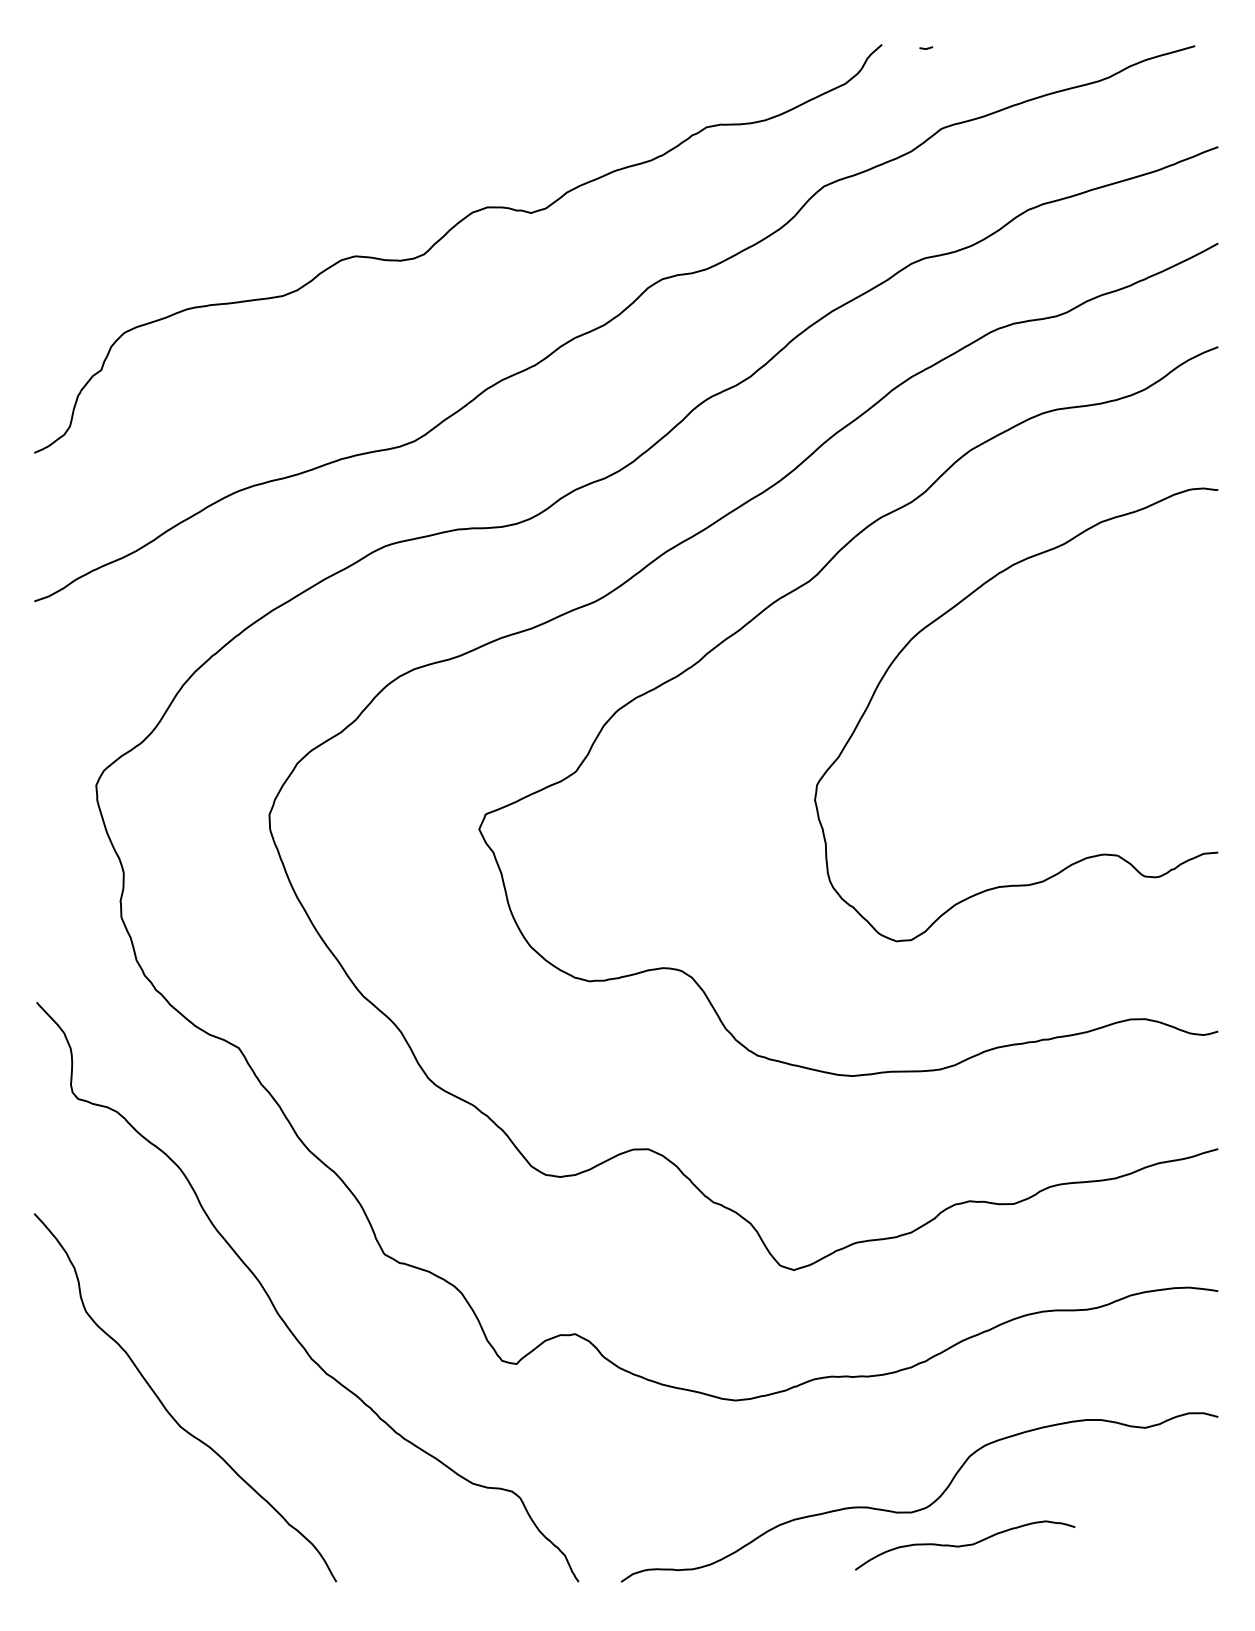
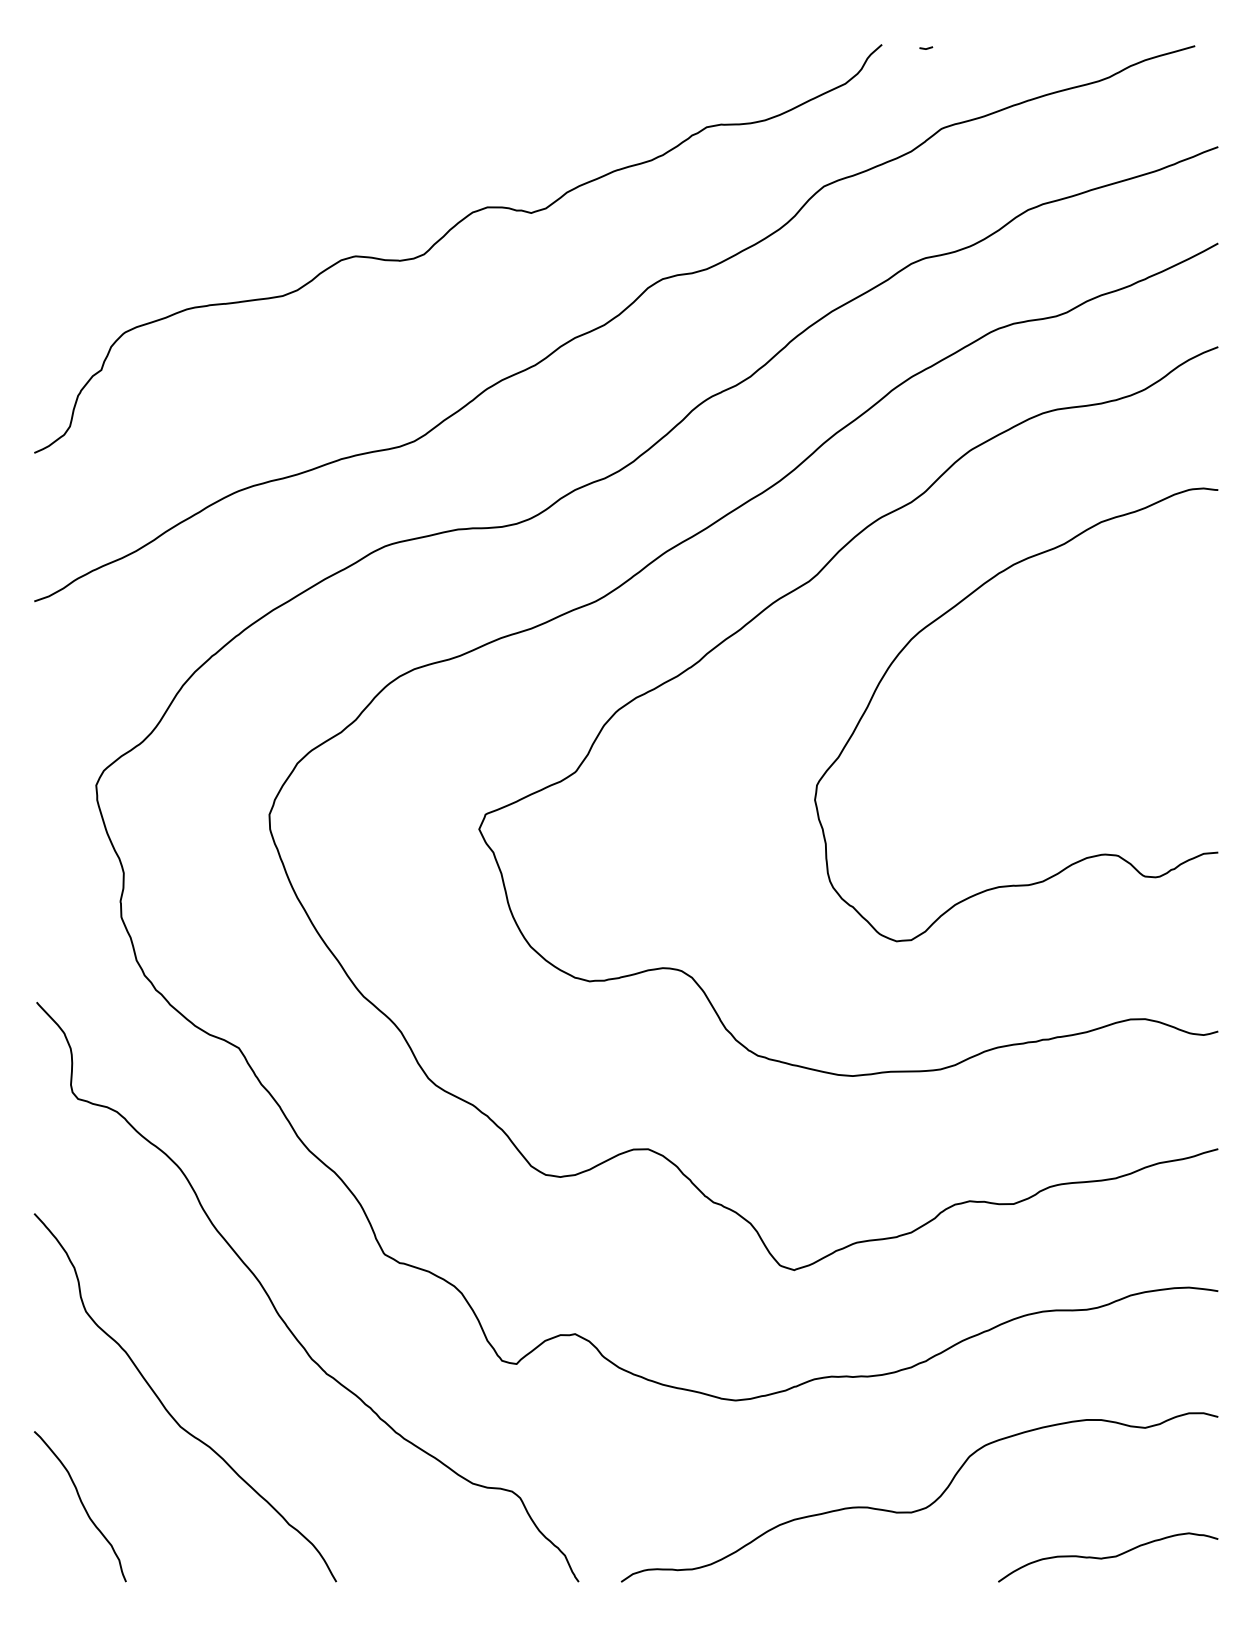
curve at (82, 1506): none -> present
curve at (965, 1545) position: (965, 1545) -> (1108, 1557)
